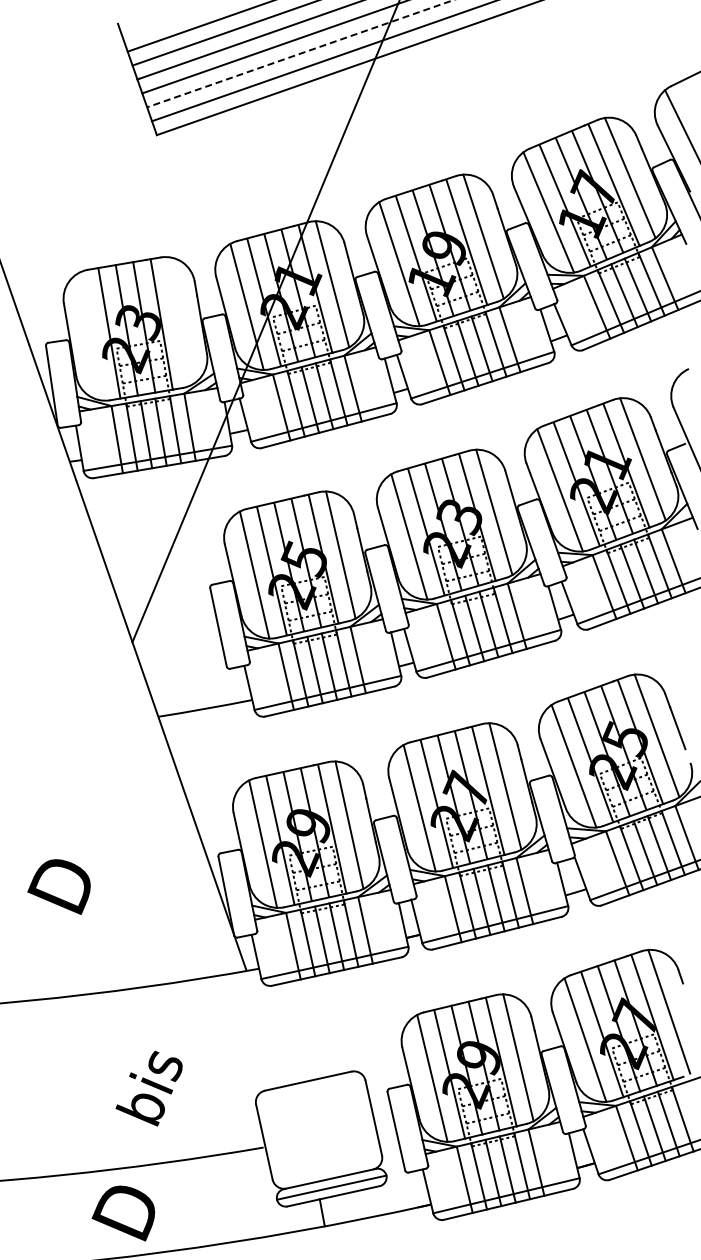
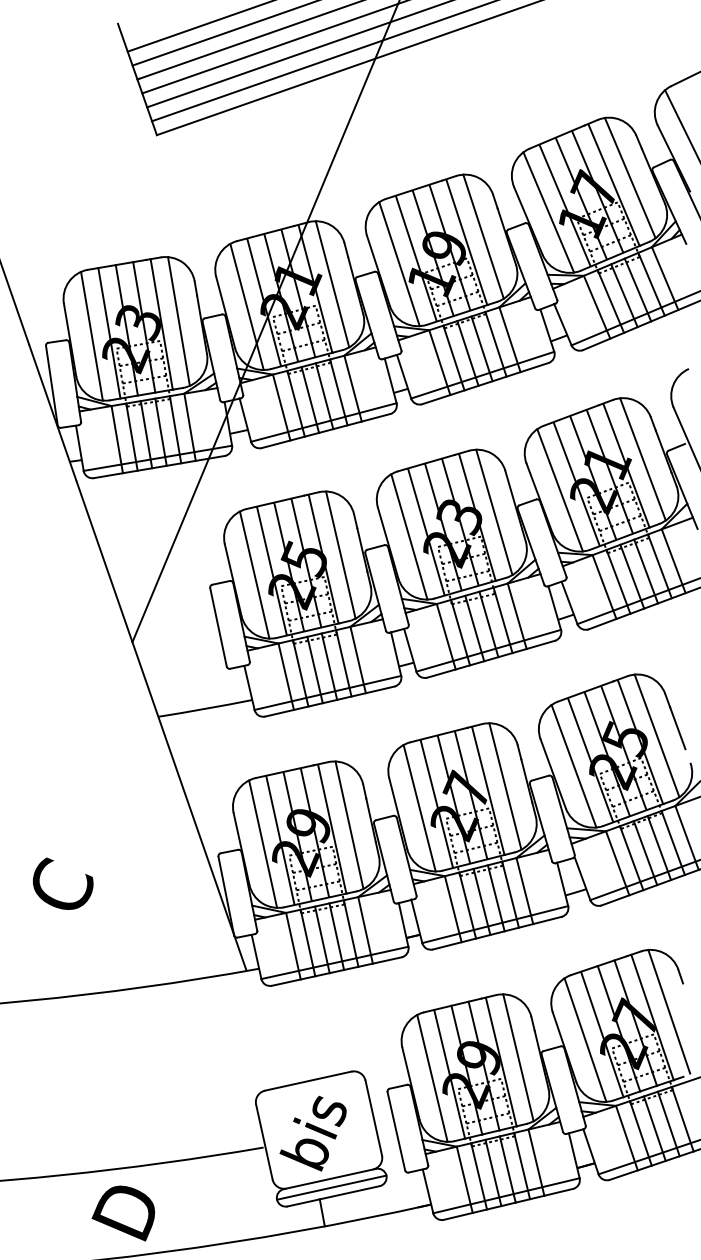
line at (299, 53): dashed -> solid
line at (178, 321): none -> present
line at (91, 335): none -> present
text at (60, 885): D -> C
text at (148, 1088) position: (148, 1088) -> (312, 1133)
